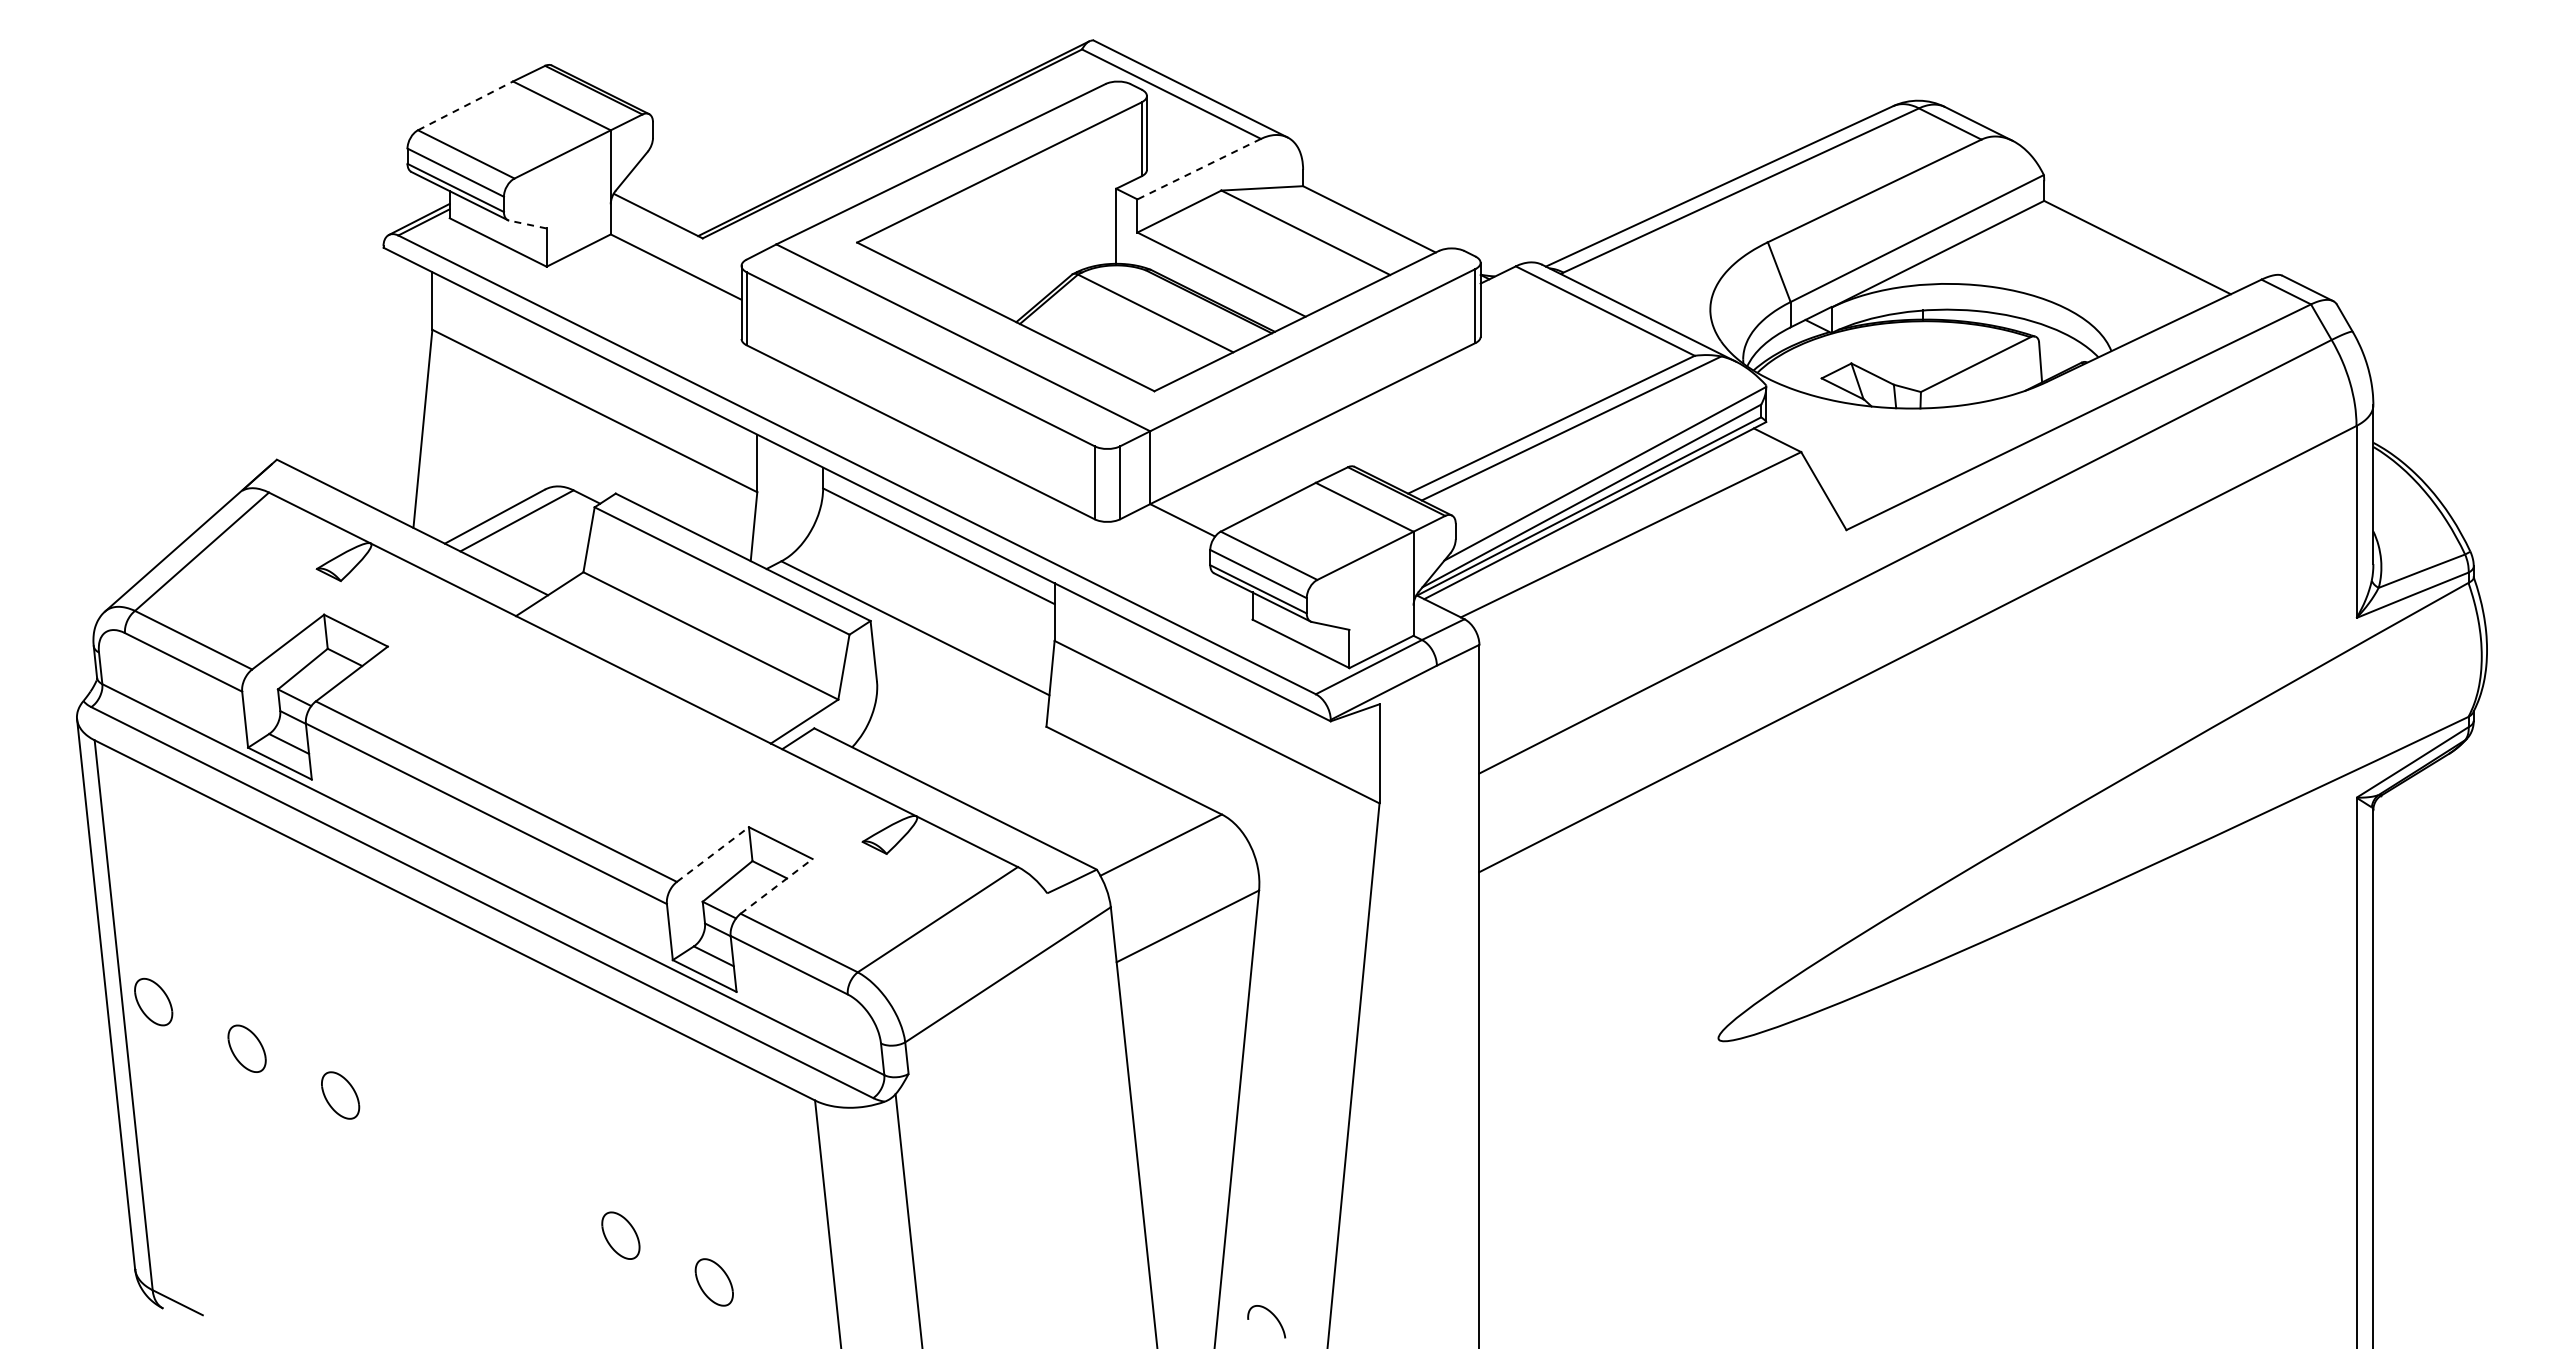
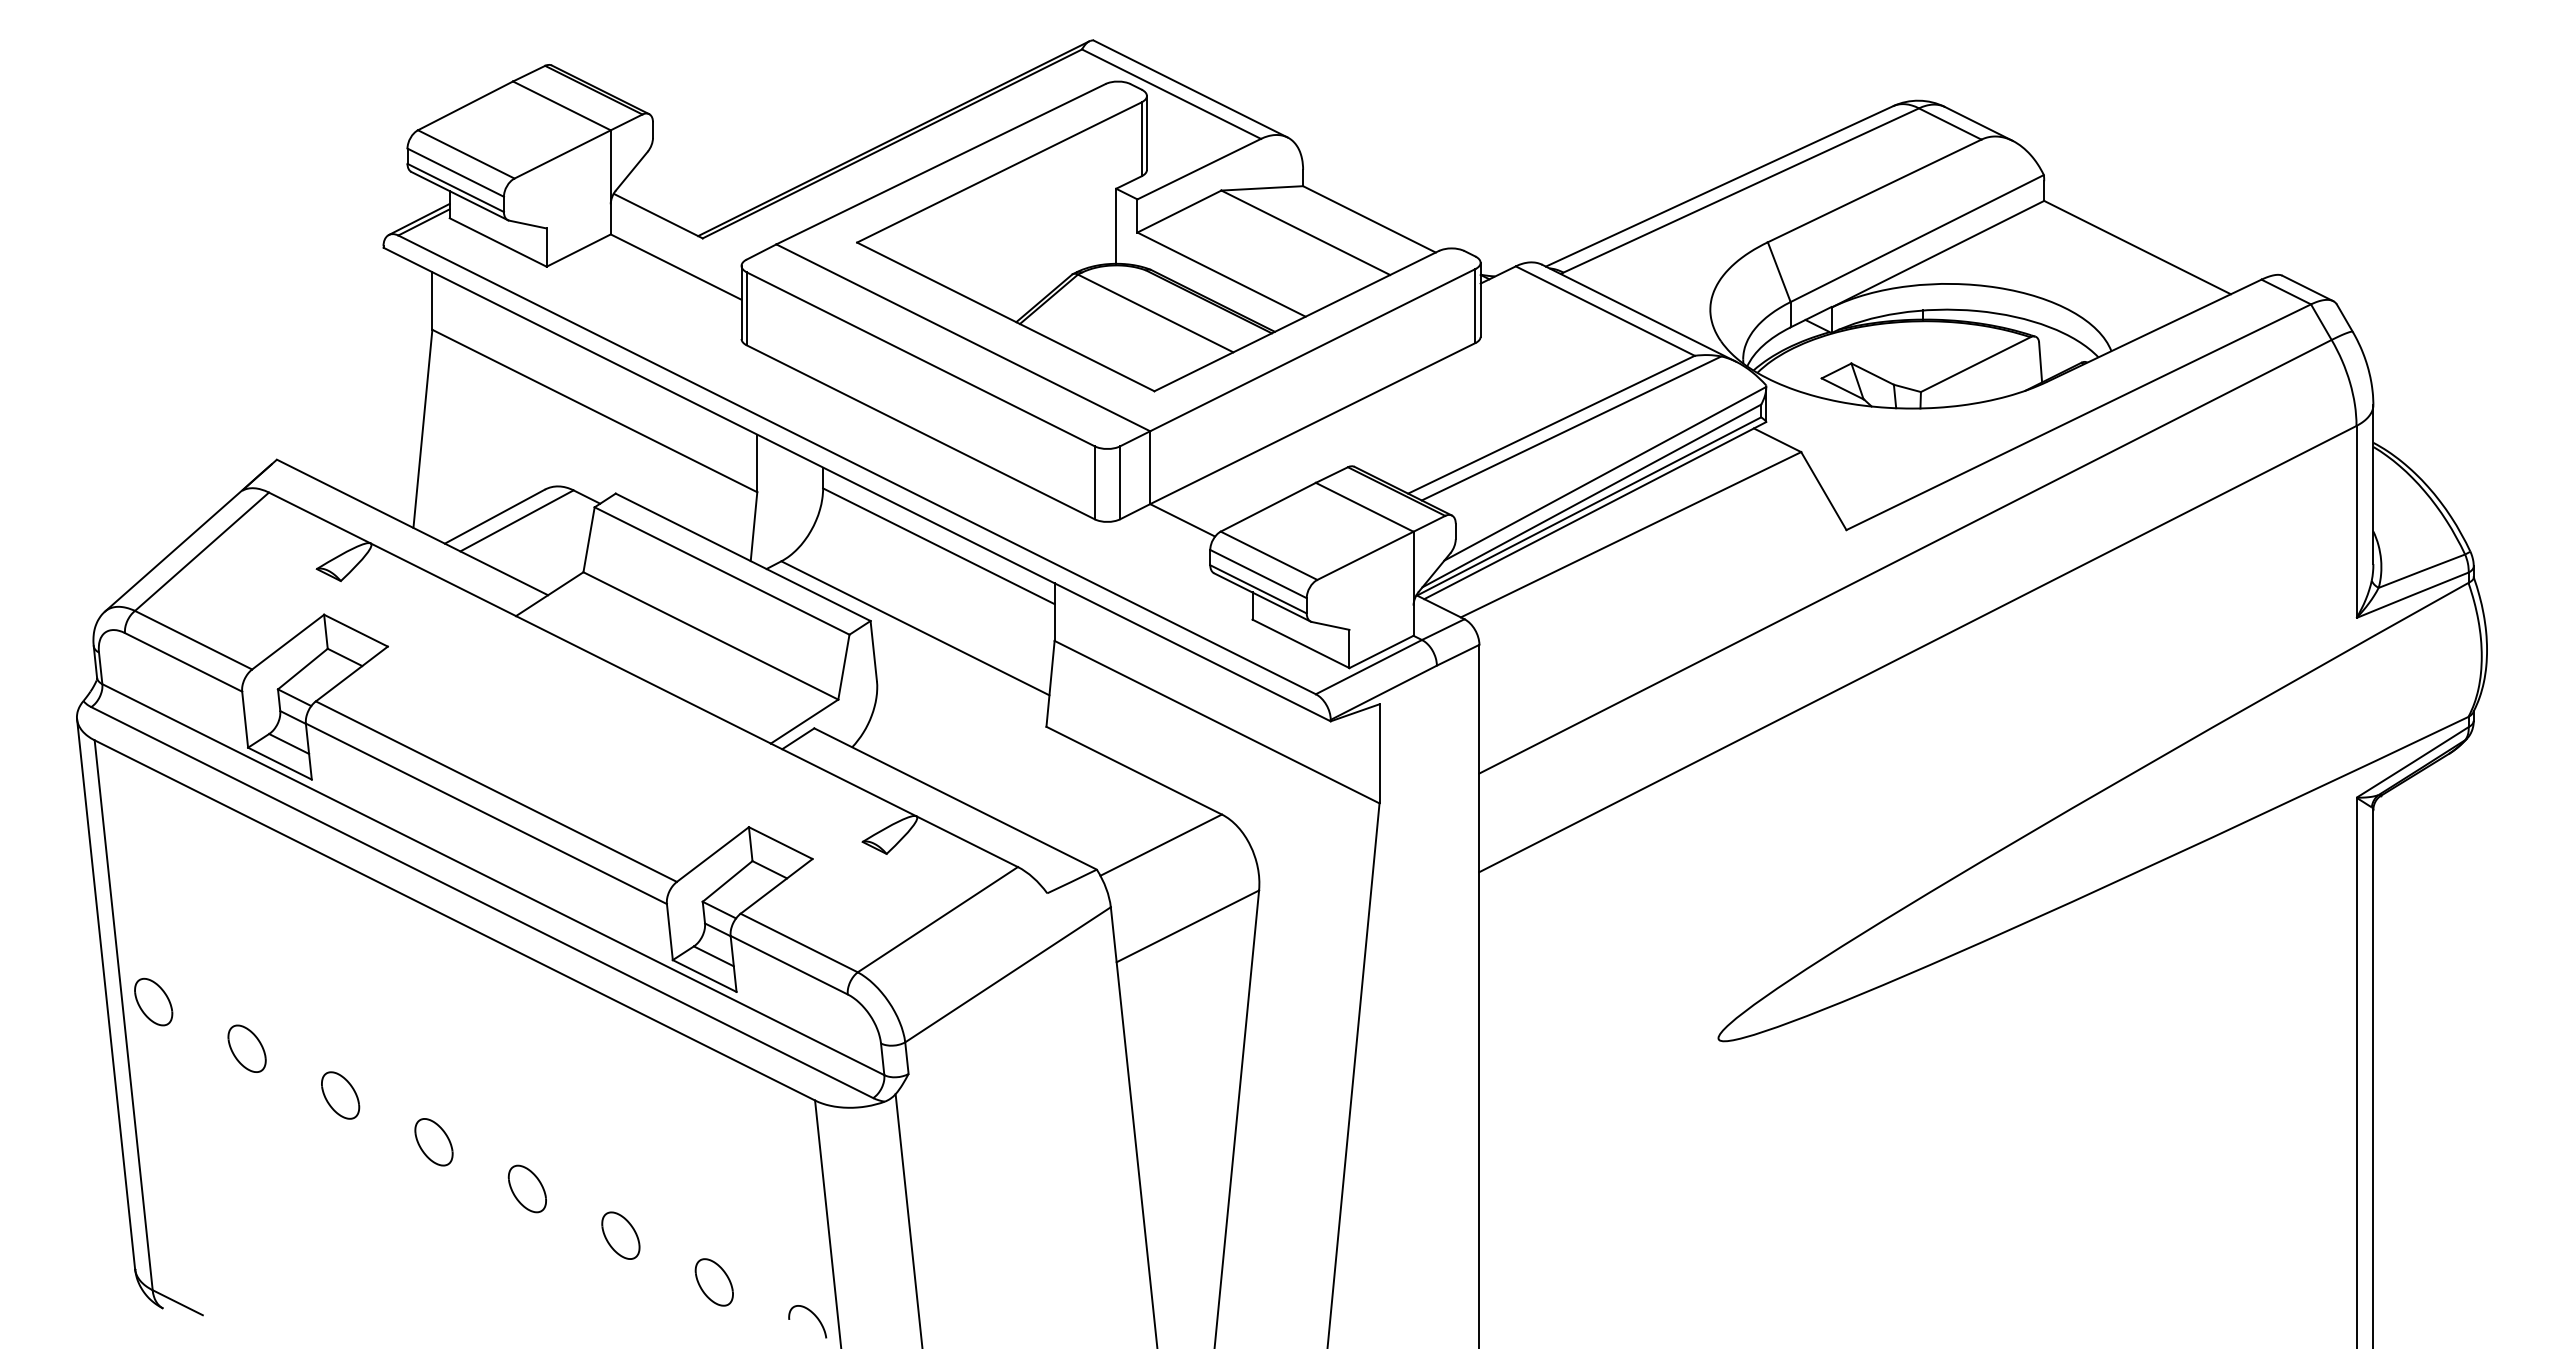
line at (465, 105): dashed -> solid
line at (1199, 169): dashed -> solid
line at (527, 224): dashed -> solid
line at (713, 854): dashed -> solid
line at (777, 886): dashed -> solid
part at (433, 1142): none -> present
part at (526, 1188): none -> present
curve at (1271, 1314) position: (1271, 1314) -> (812, 1314)
